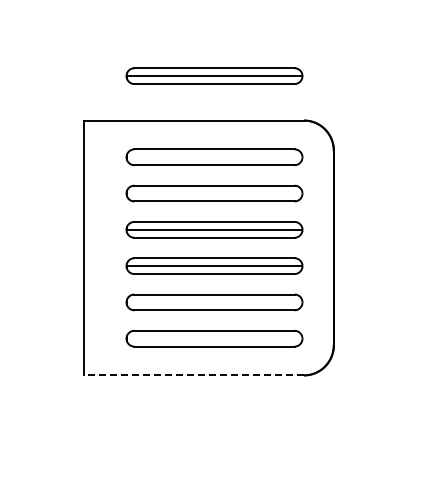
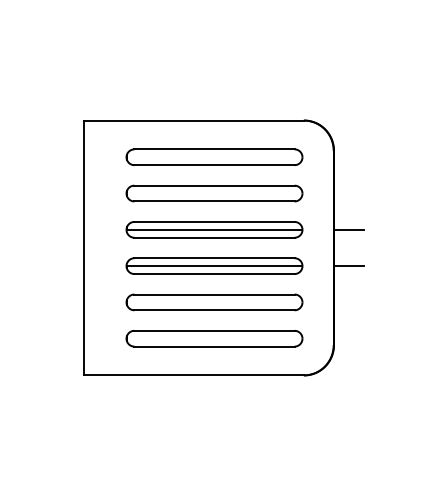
part at (214, 75): present -> none
line at (349, 229): none -> present
line at (349, 266): none -> present
line at (194, 375): dashed -> solid
